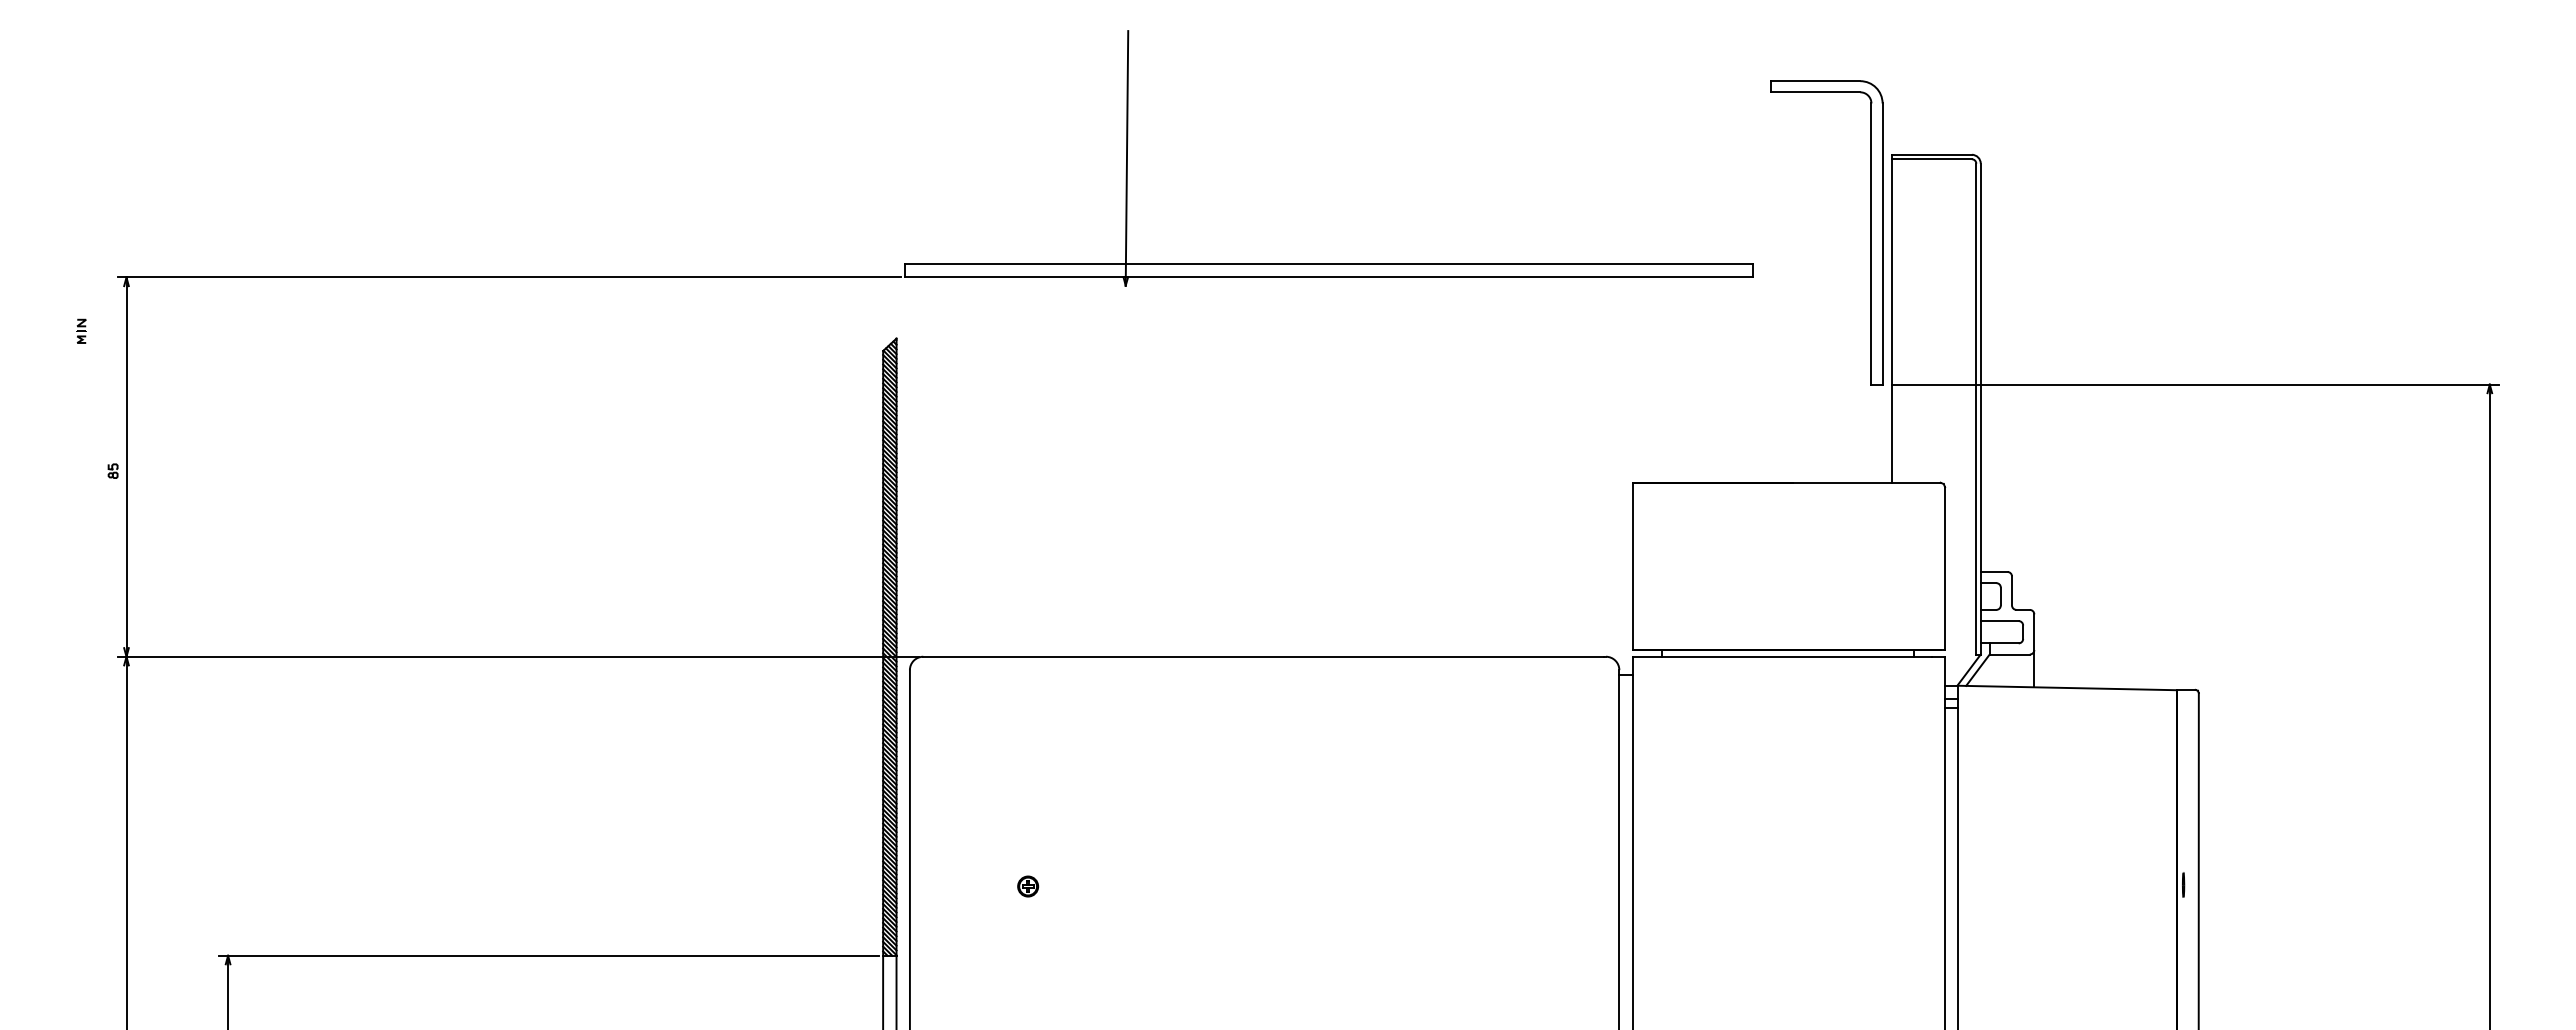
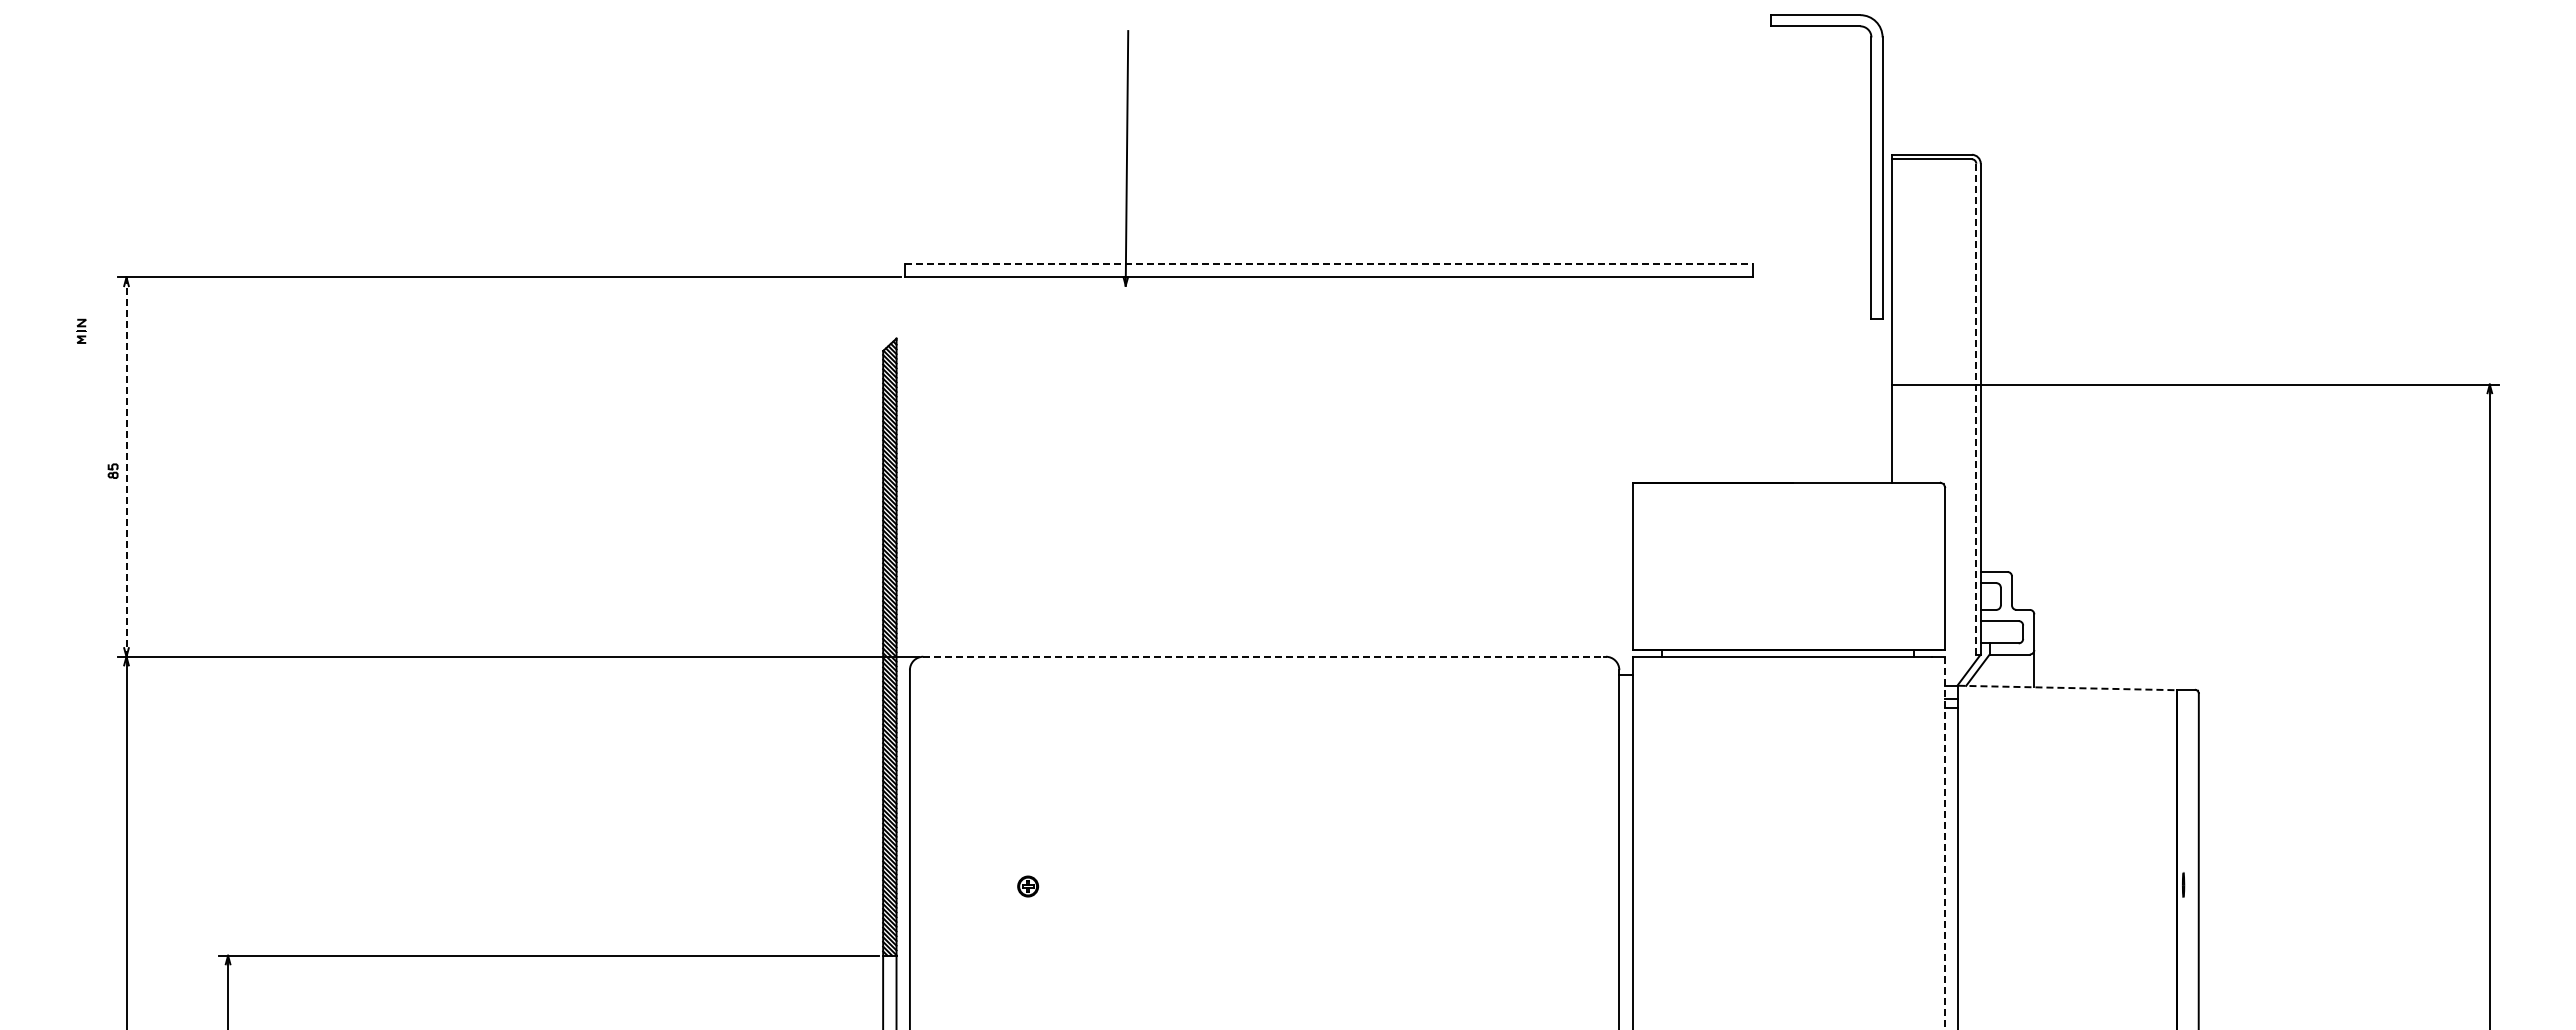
part at (1870, 232) position: (1870, 232) -> (1870, 166)
line at (1329, 264): solid -> dashed
line at (1976, 409): solid -> dashed
line at (126, 467): solid -> dashed
line at (1264, 656): solid -> dashed
line at (2068, 688): solid -> dashed
line at (1945, 843): solid -> dashed
